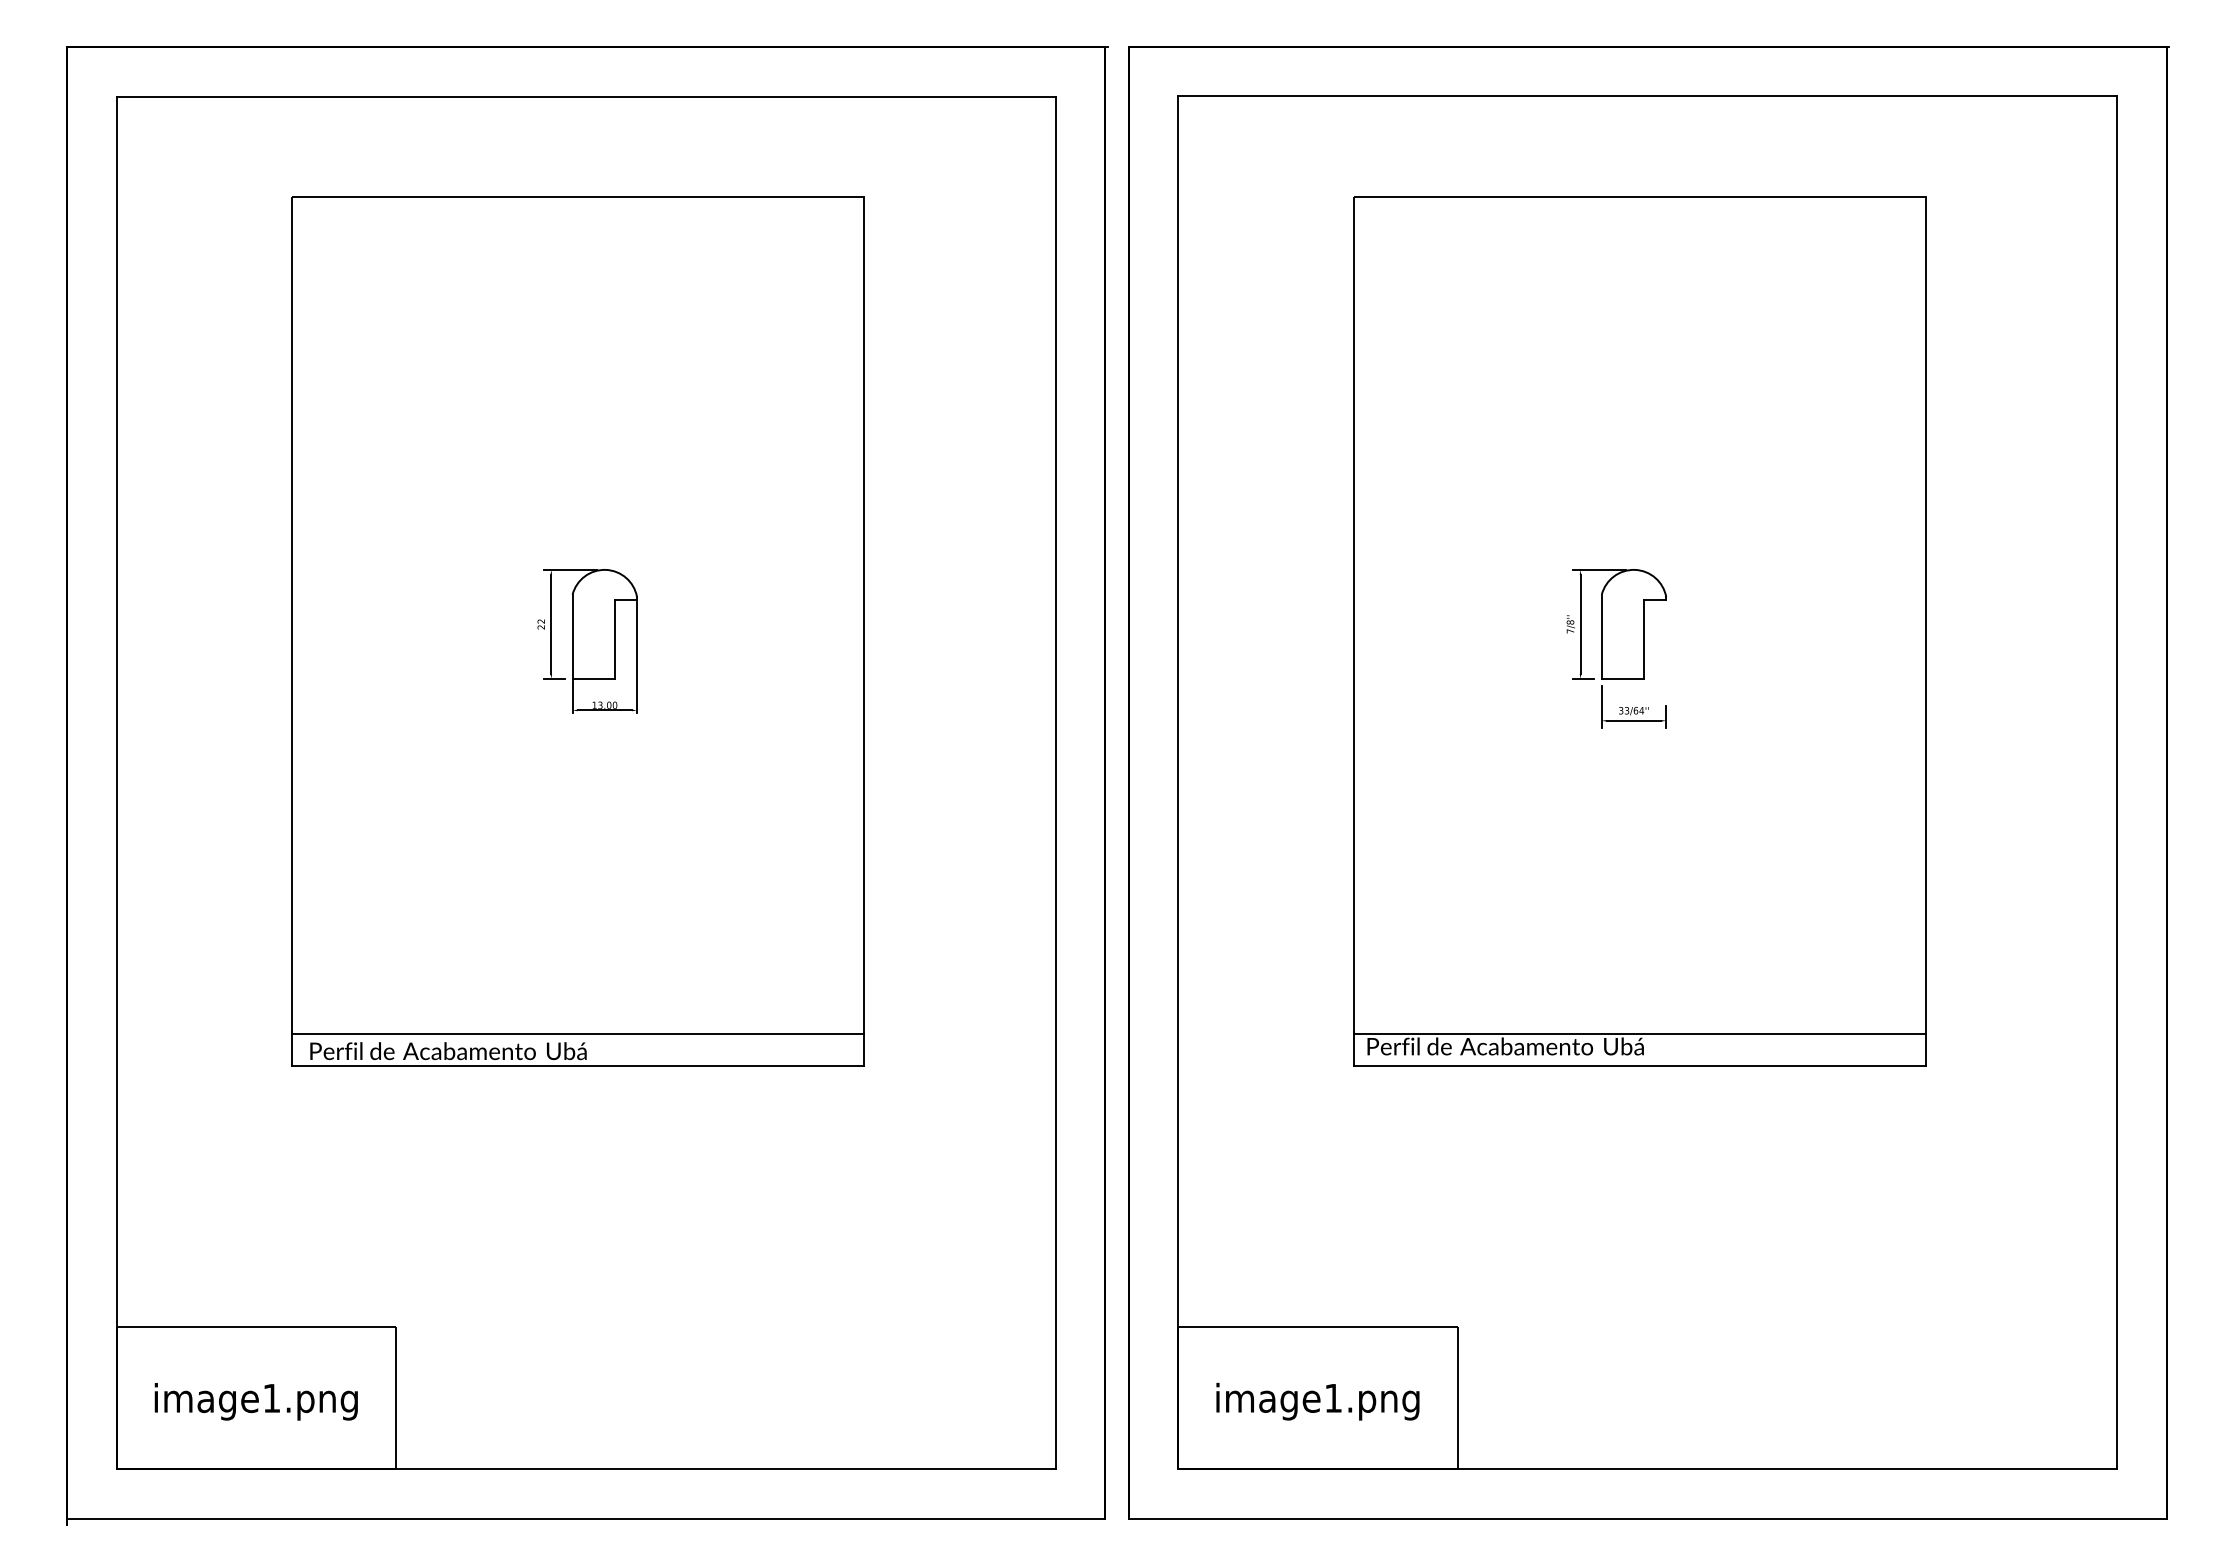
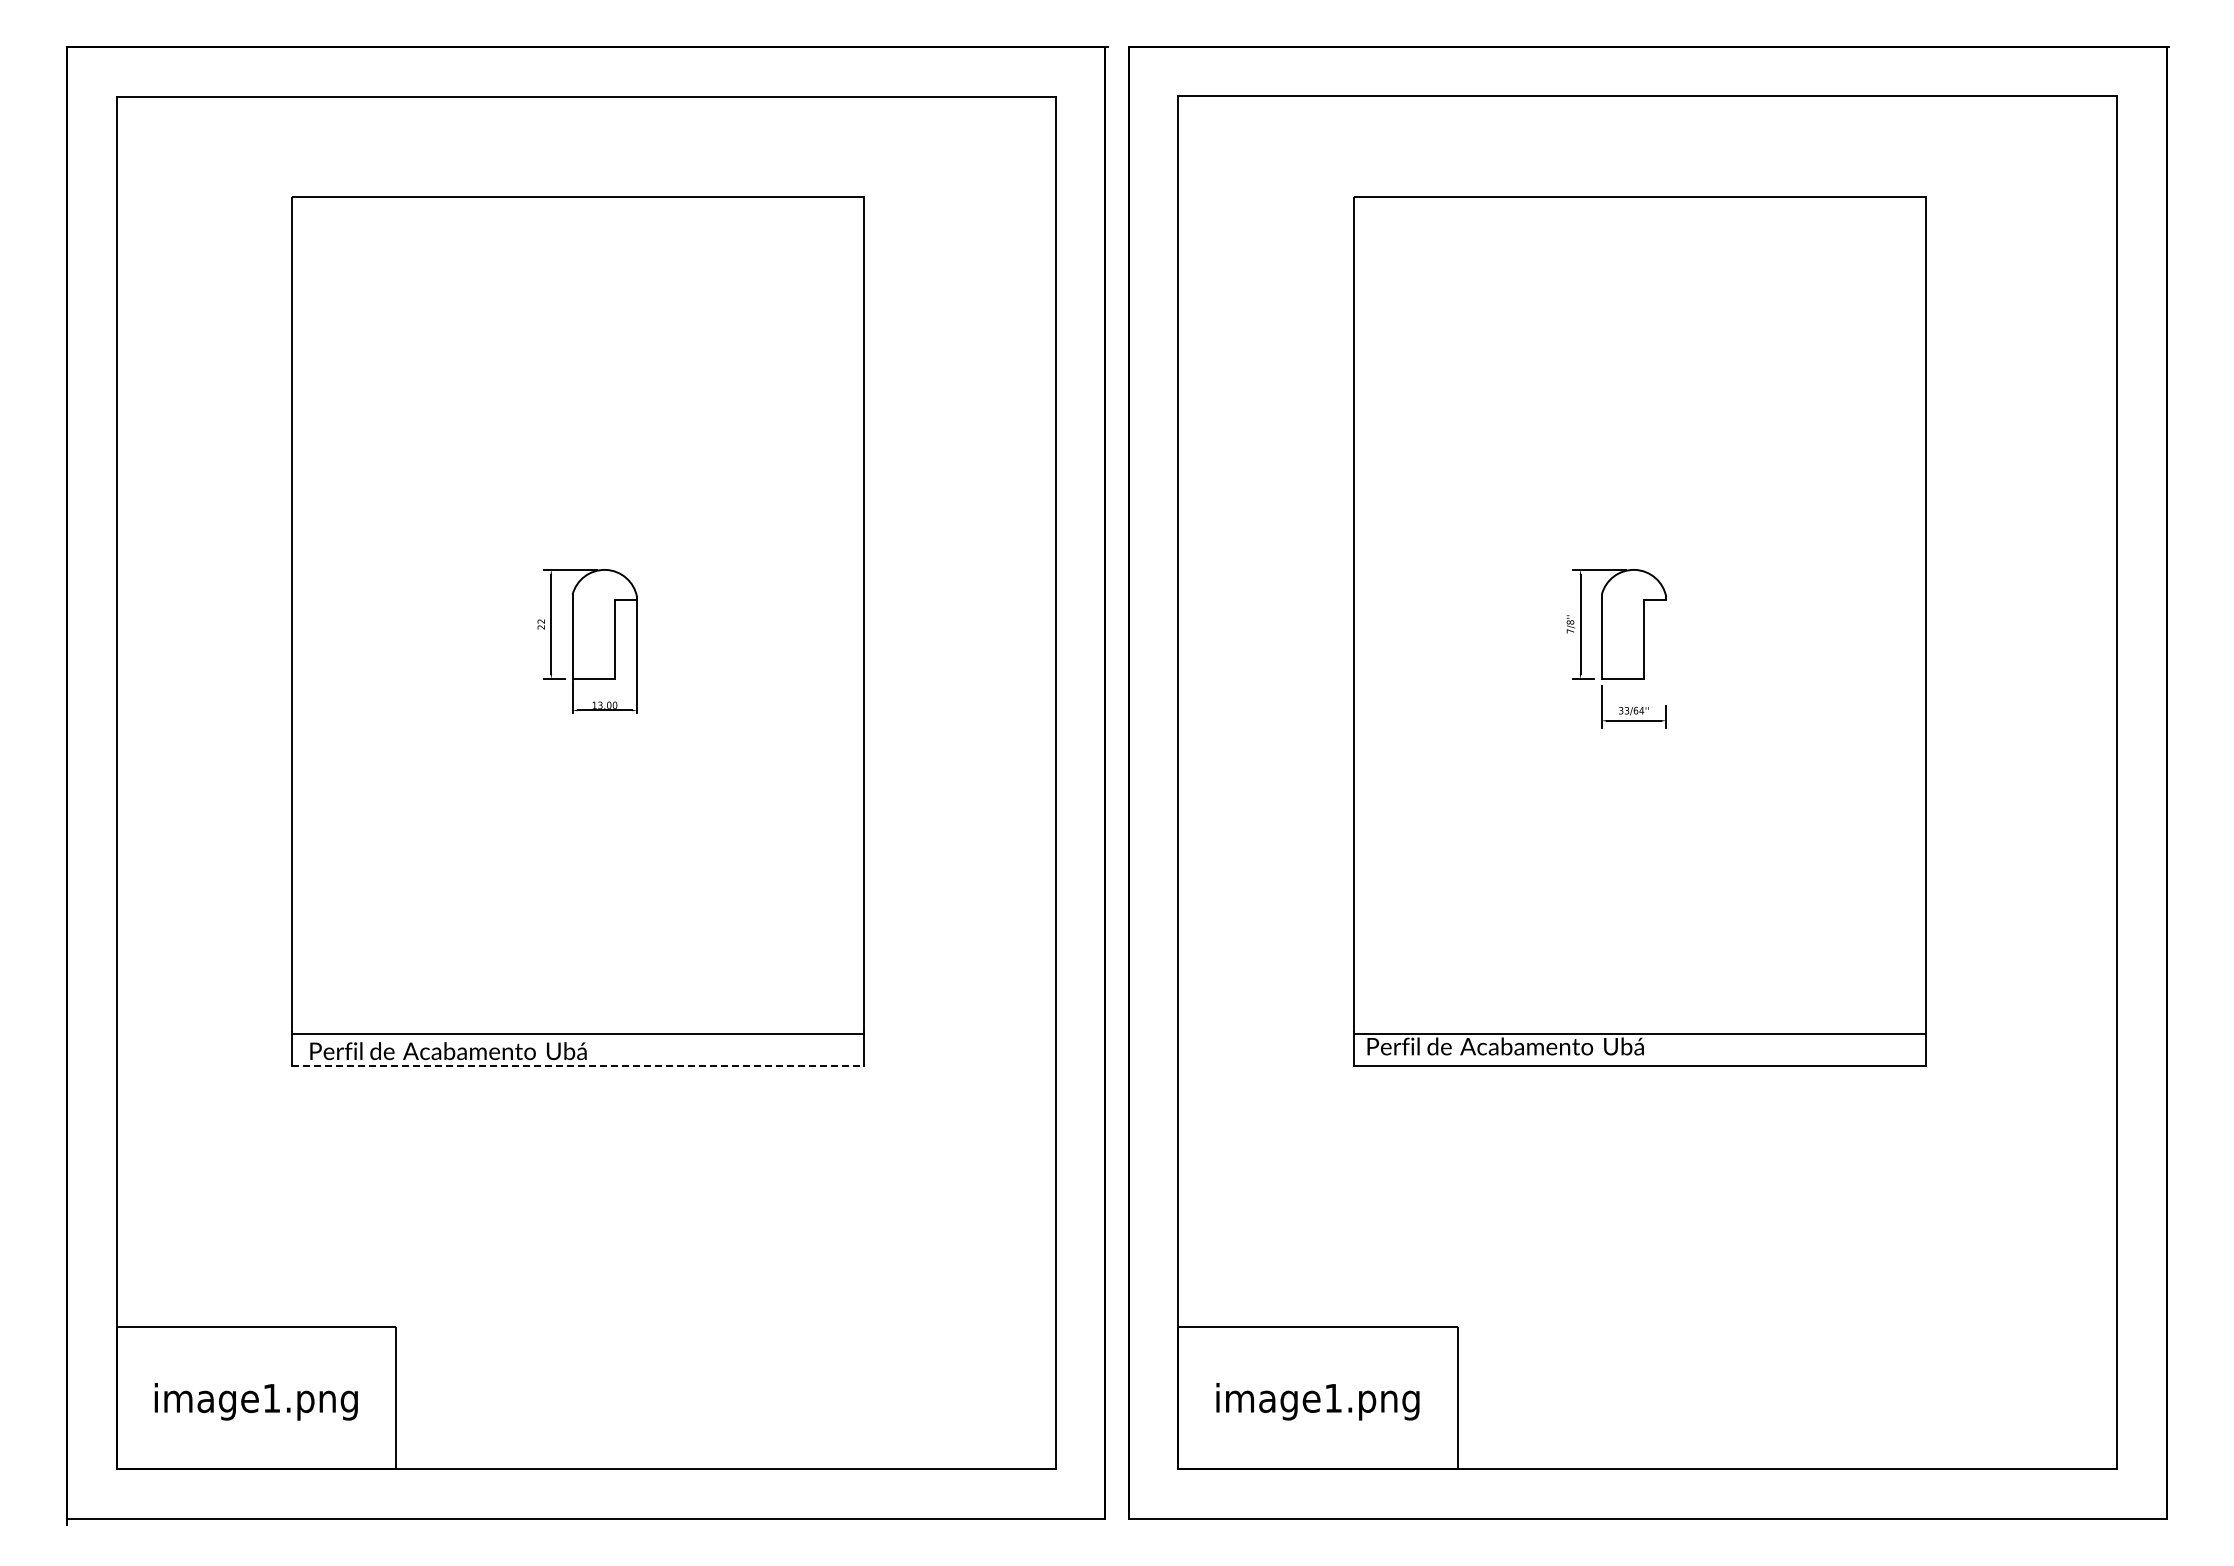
line at (578, 1065): solid -> dashed
